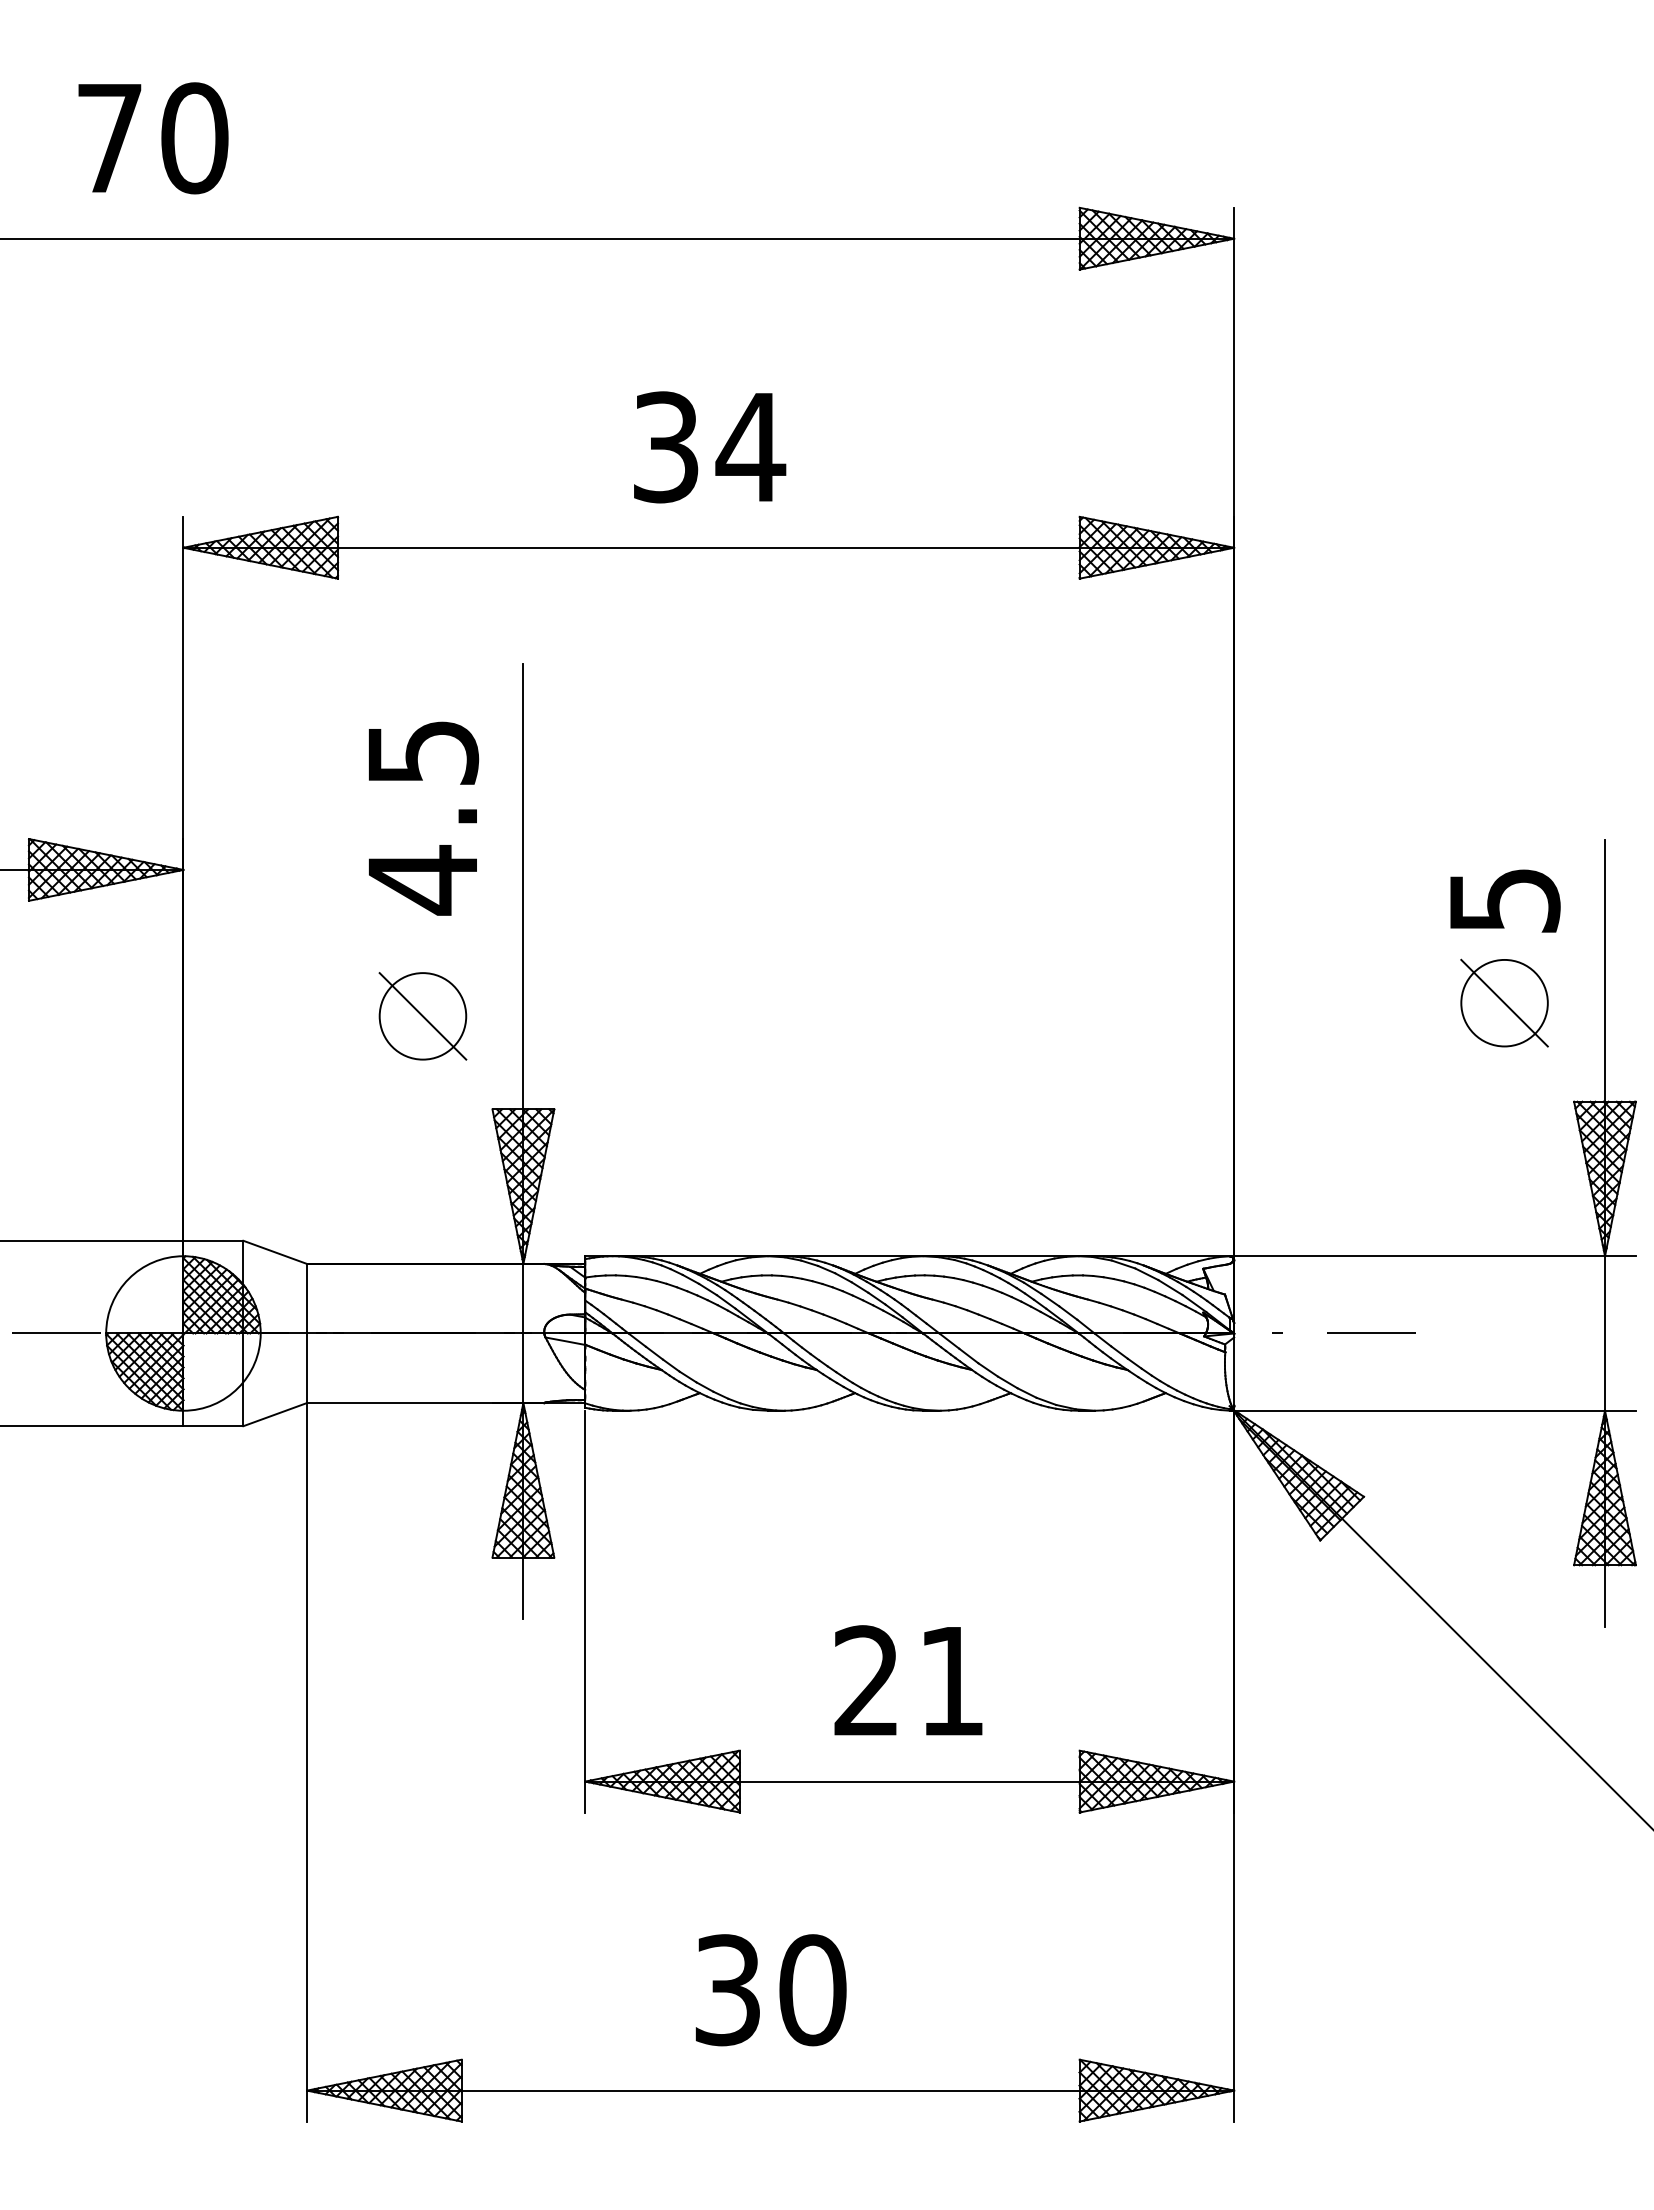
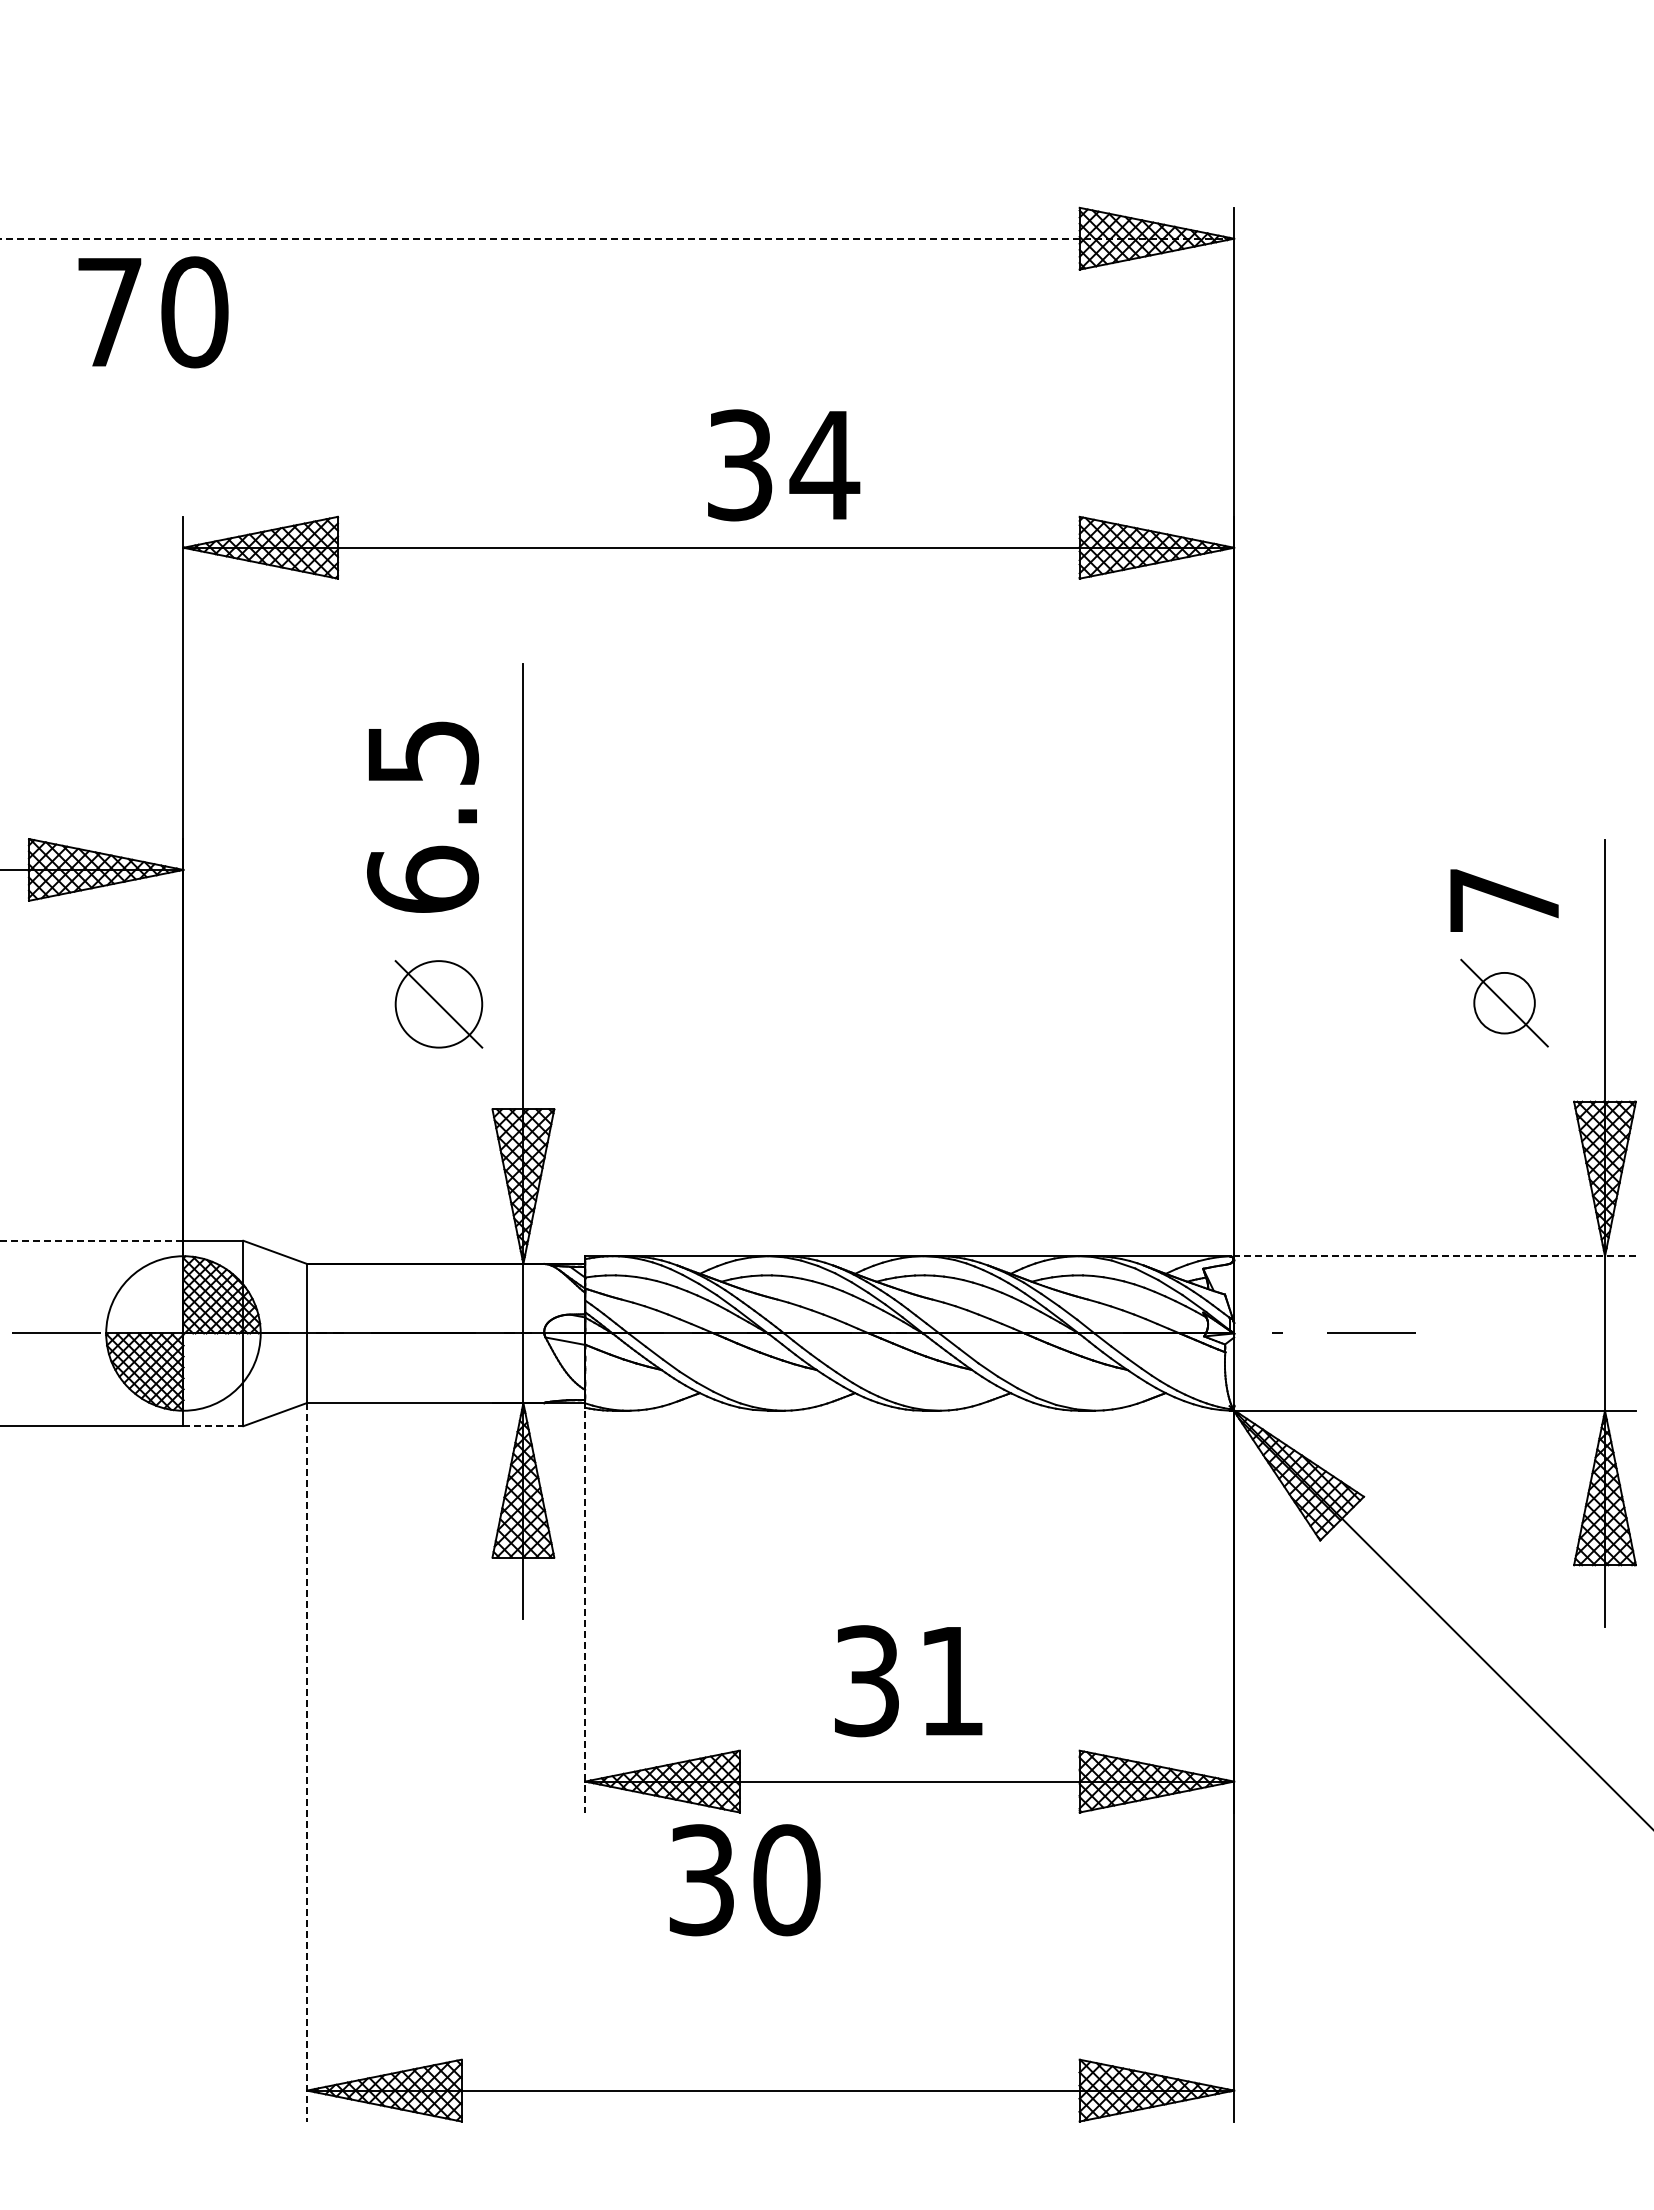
text at (153, 138) position: (153, 138) -> (153, 312)
line at (617, 238): solid -> dashed
text at (710, 447) position: (710, 447) -> (784, 465)
text at (423, 880): 4.5 -> 6.5
text at (1505, 900): 5 -> 7
circle at (1504, 1002) diameter: 87 px -> 61 px
part at (422, 1016) position: (422, 1016) -> (438, 1004)
line at (91, 1240): solid -> dashed
line at (1432, 1256): solid -> dashed
line at (213, 1426): solid -> dashed
line at (585, 1611): solid -> dashed
text at (866, 1681): 21 -> 31
line at (307, 1762): solid -> dashed
text at (770, 1990) position: (770, 1990) -> (744, 1880)
